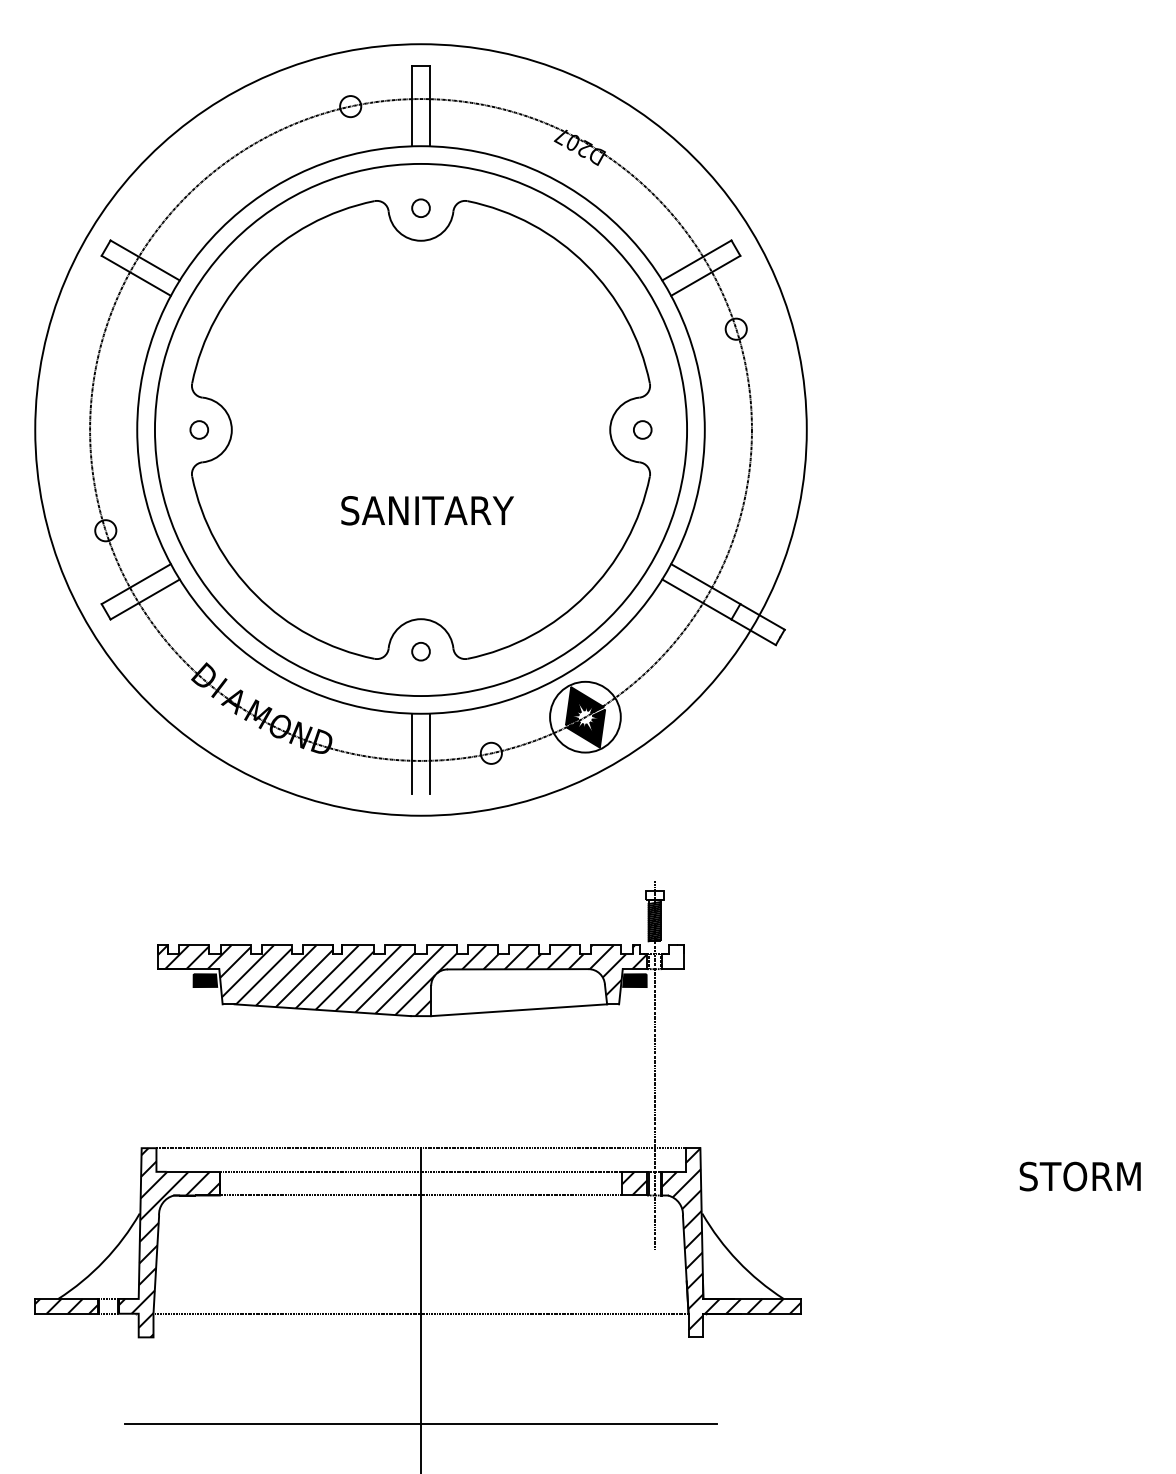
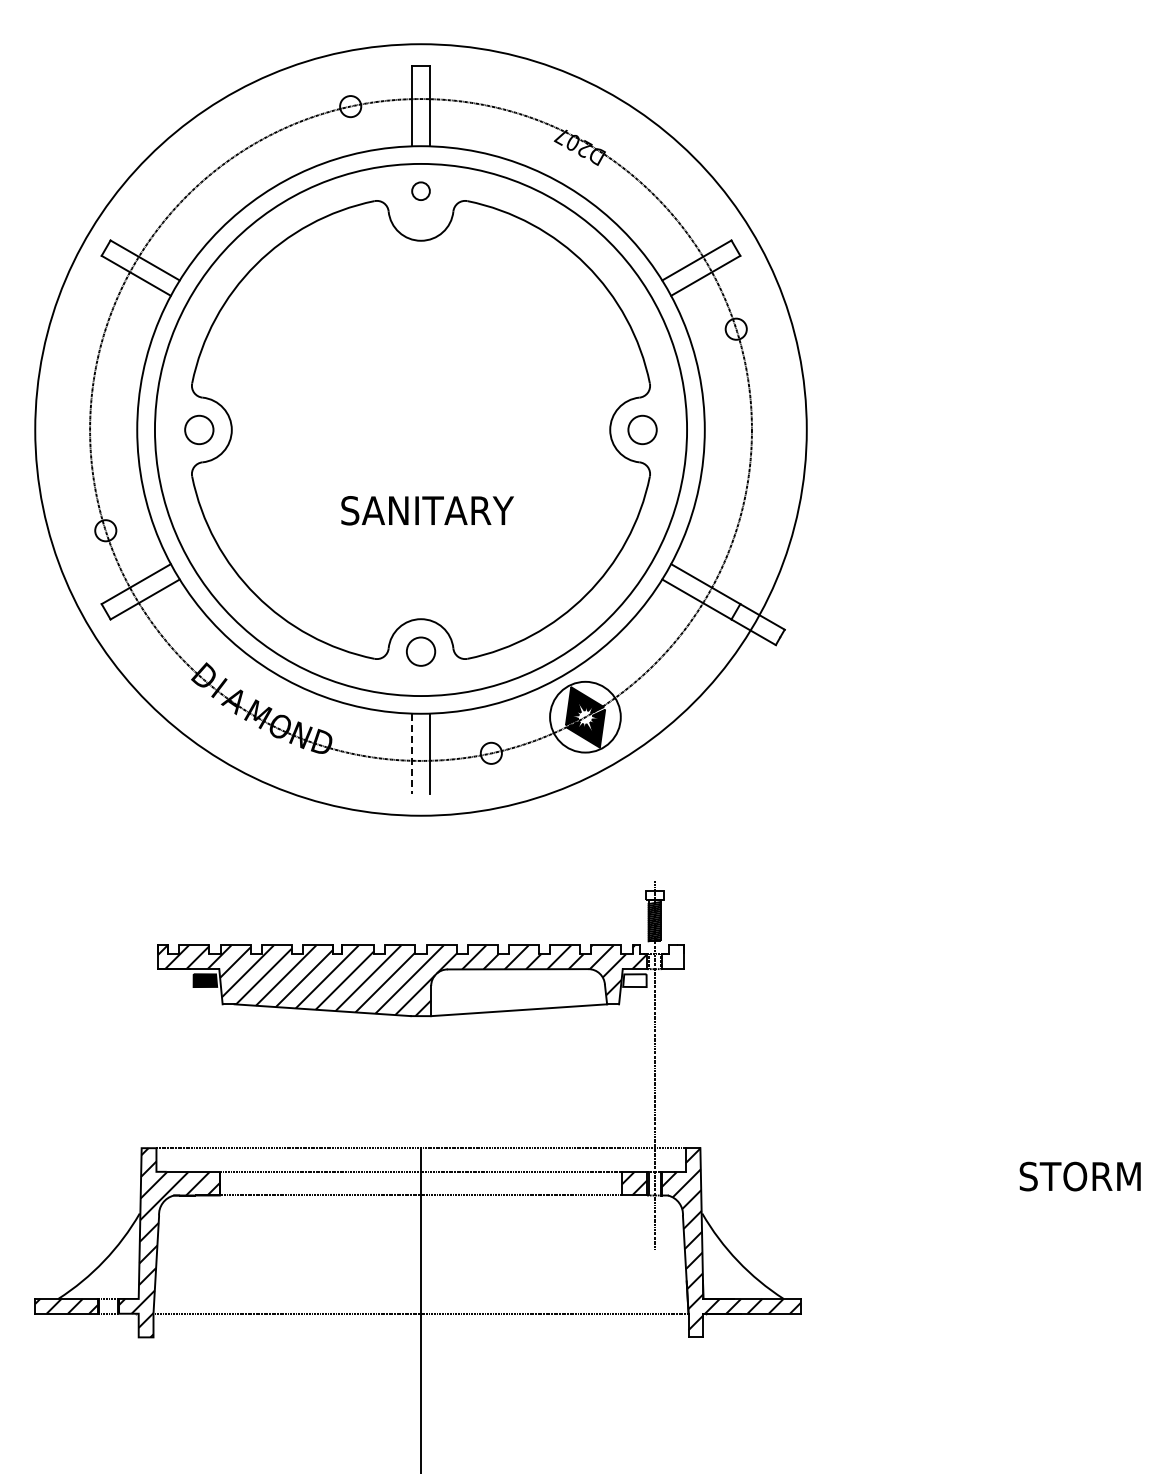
circle at (420, 207) position: (420, 207) -> (420, 190)
circle at (199, 429) diameter: 18 px -> 28 px
circle at (642, 429) size: 20x20 px -> 31x32 px
circle at (420, 651) diameter: 18 px -> 28 px
line at (412, 753): solid -> dashed
fill at (634, 980): present -> none
line at (420, 1423): present -> none
